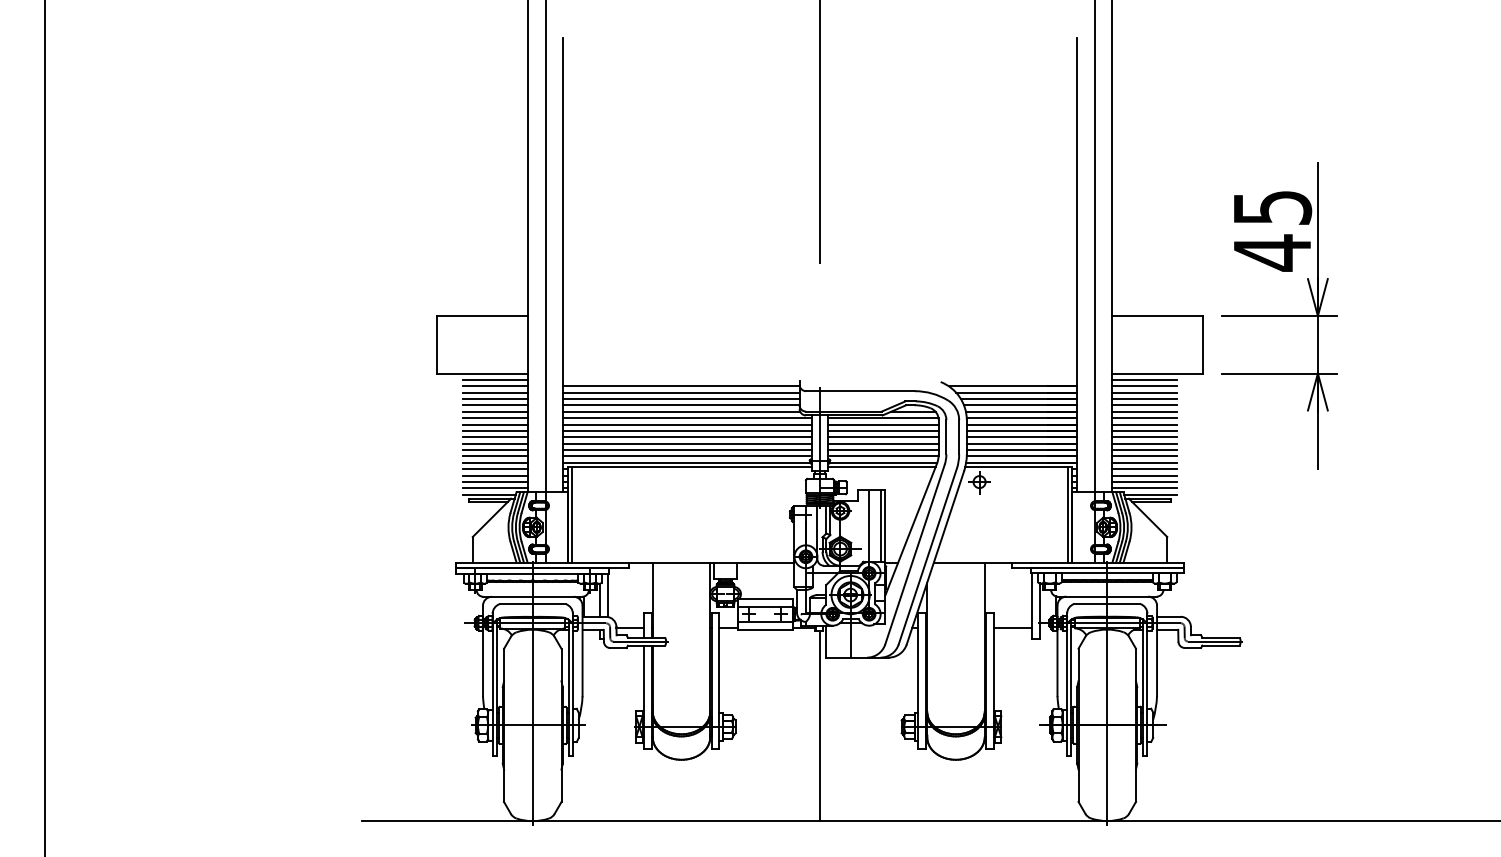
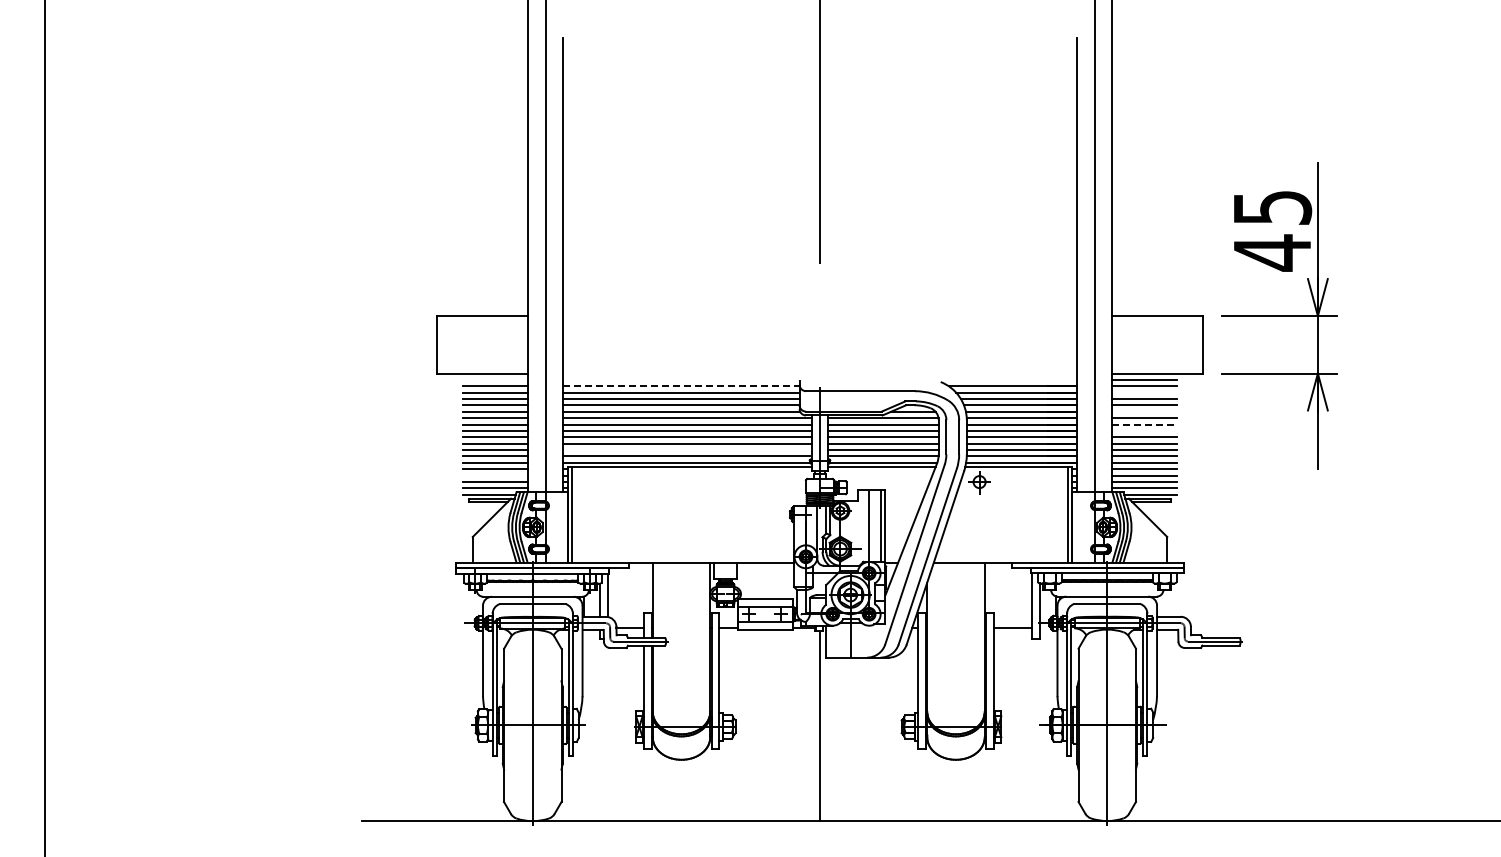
line at (495, 379): present -> none
line at (681, 386): solid -> dashed
line at (1144, 392): present -> none
line at (1144, 411): present -> none
line at (1144, 424): solid -> dashed
line at (1144, 430): present -> none
line at (687, 450): present -> none
line at (495, 475): present -> none
